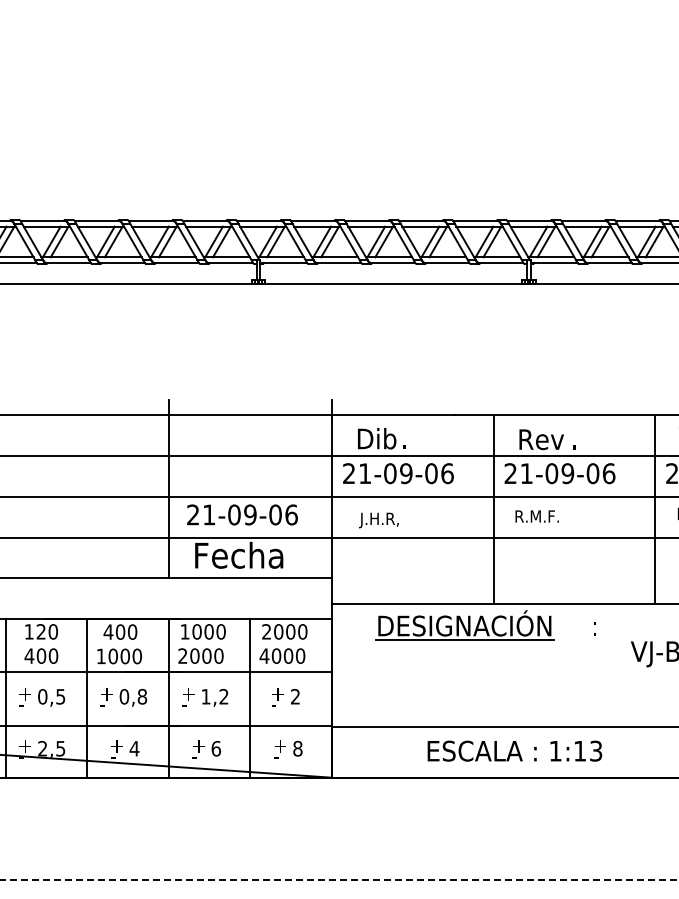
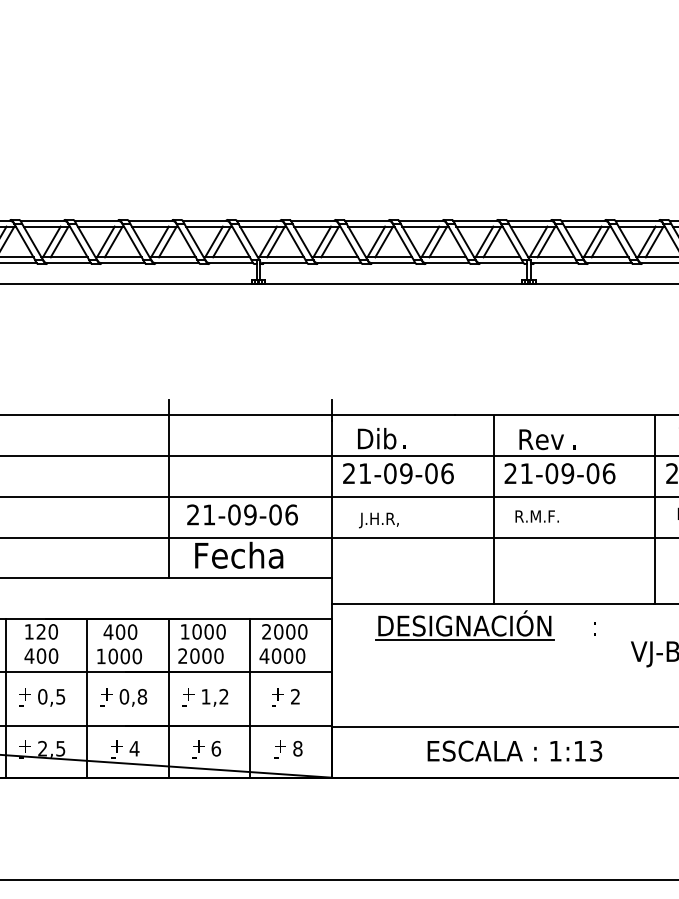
line at (339, 879): dashed -> solid
